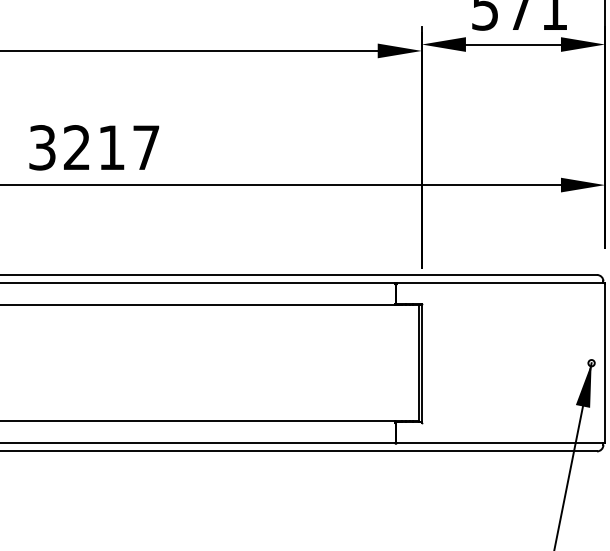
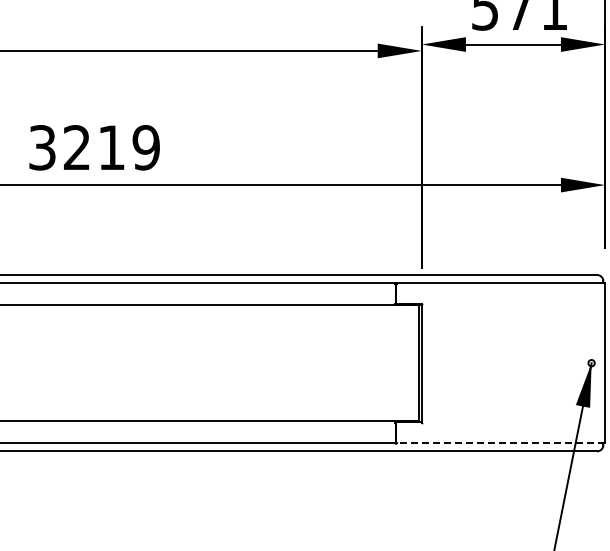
text at (145, 147): 3217 -> 3219
line at (500, 443): solid -> dashed
